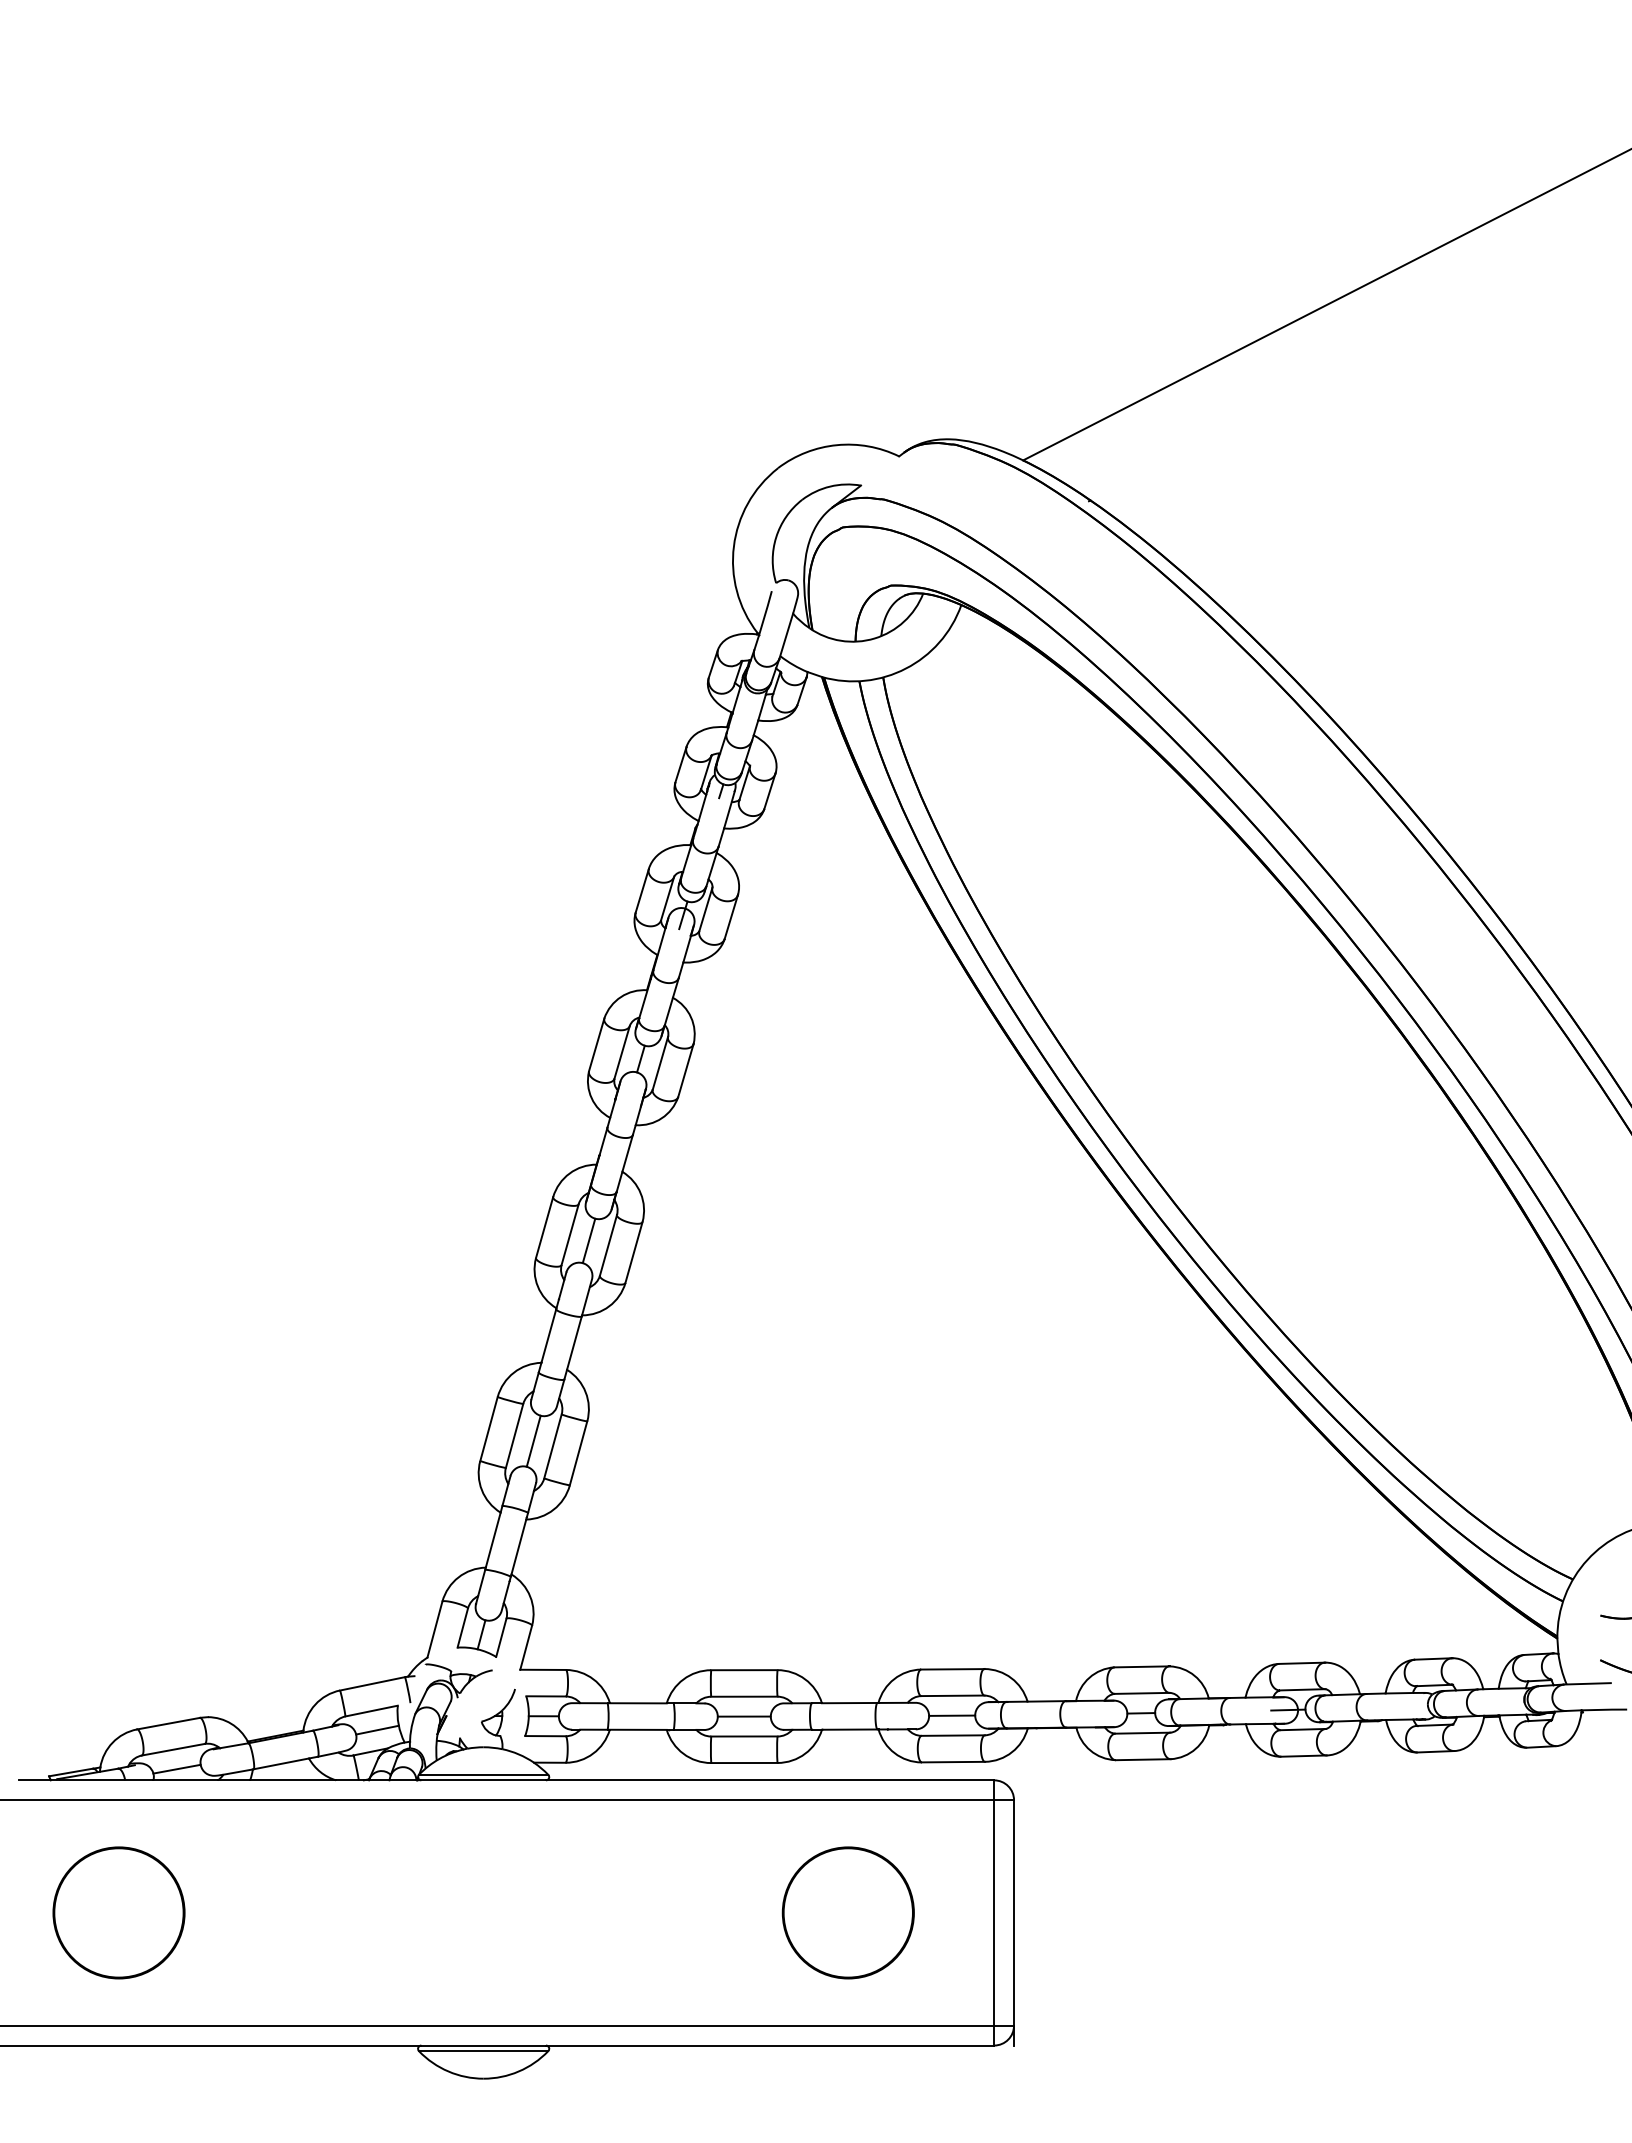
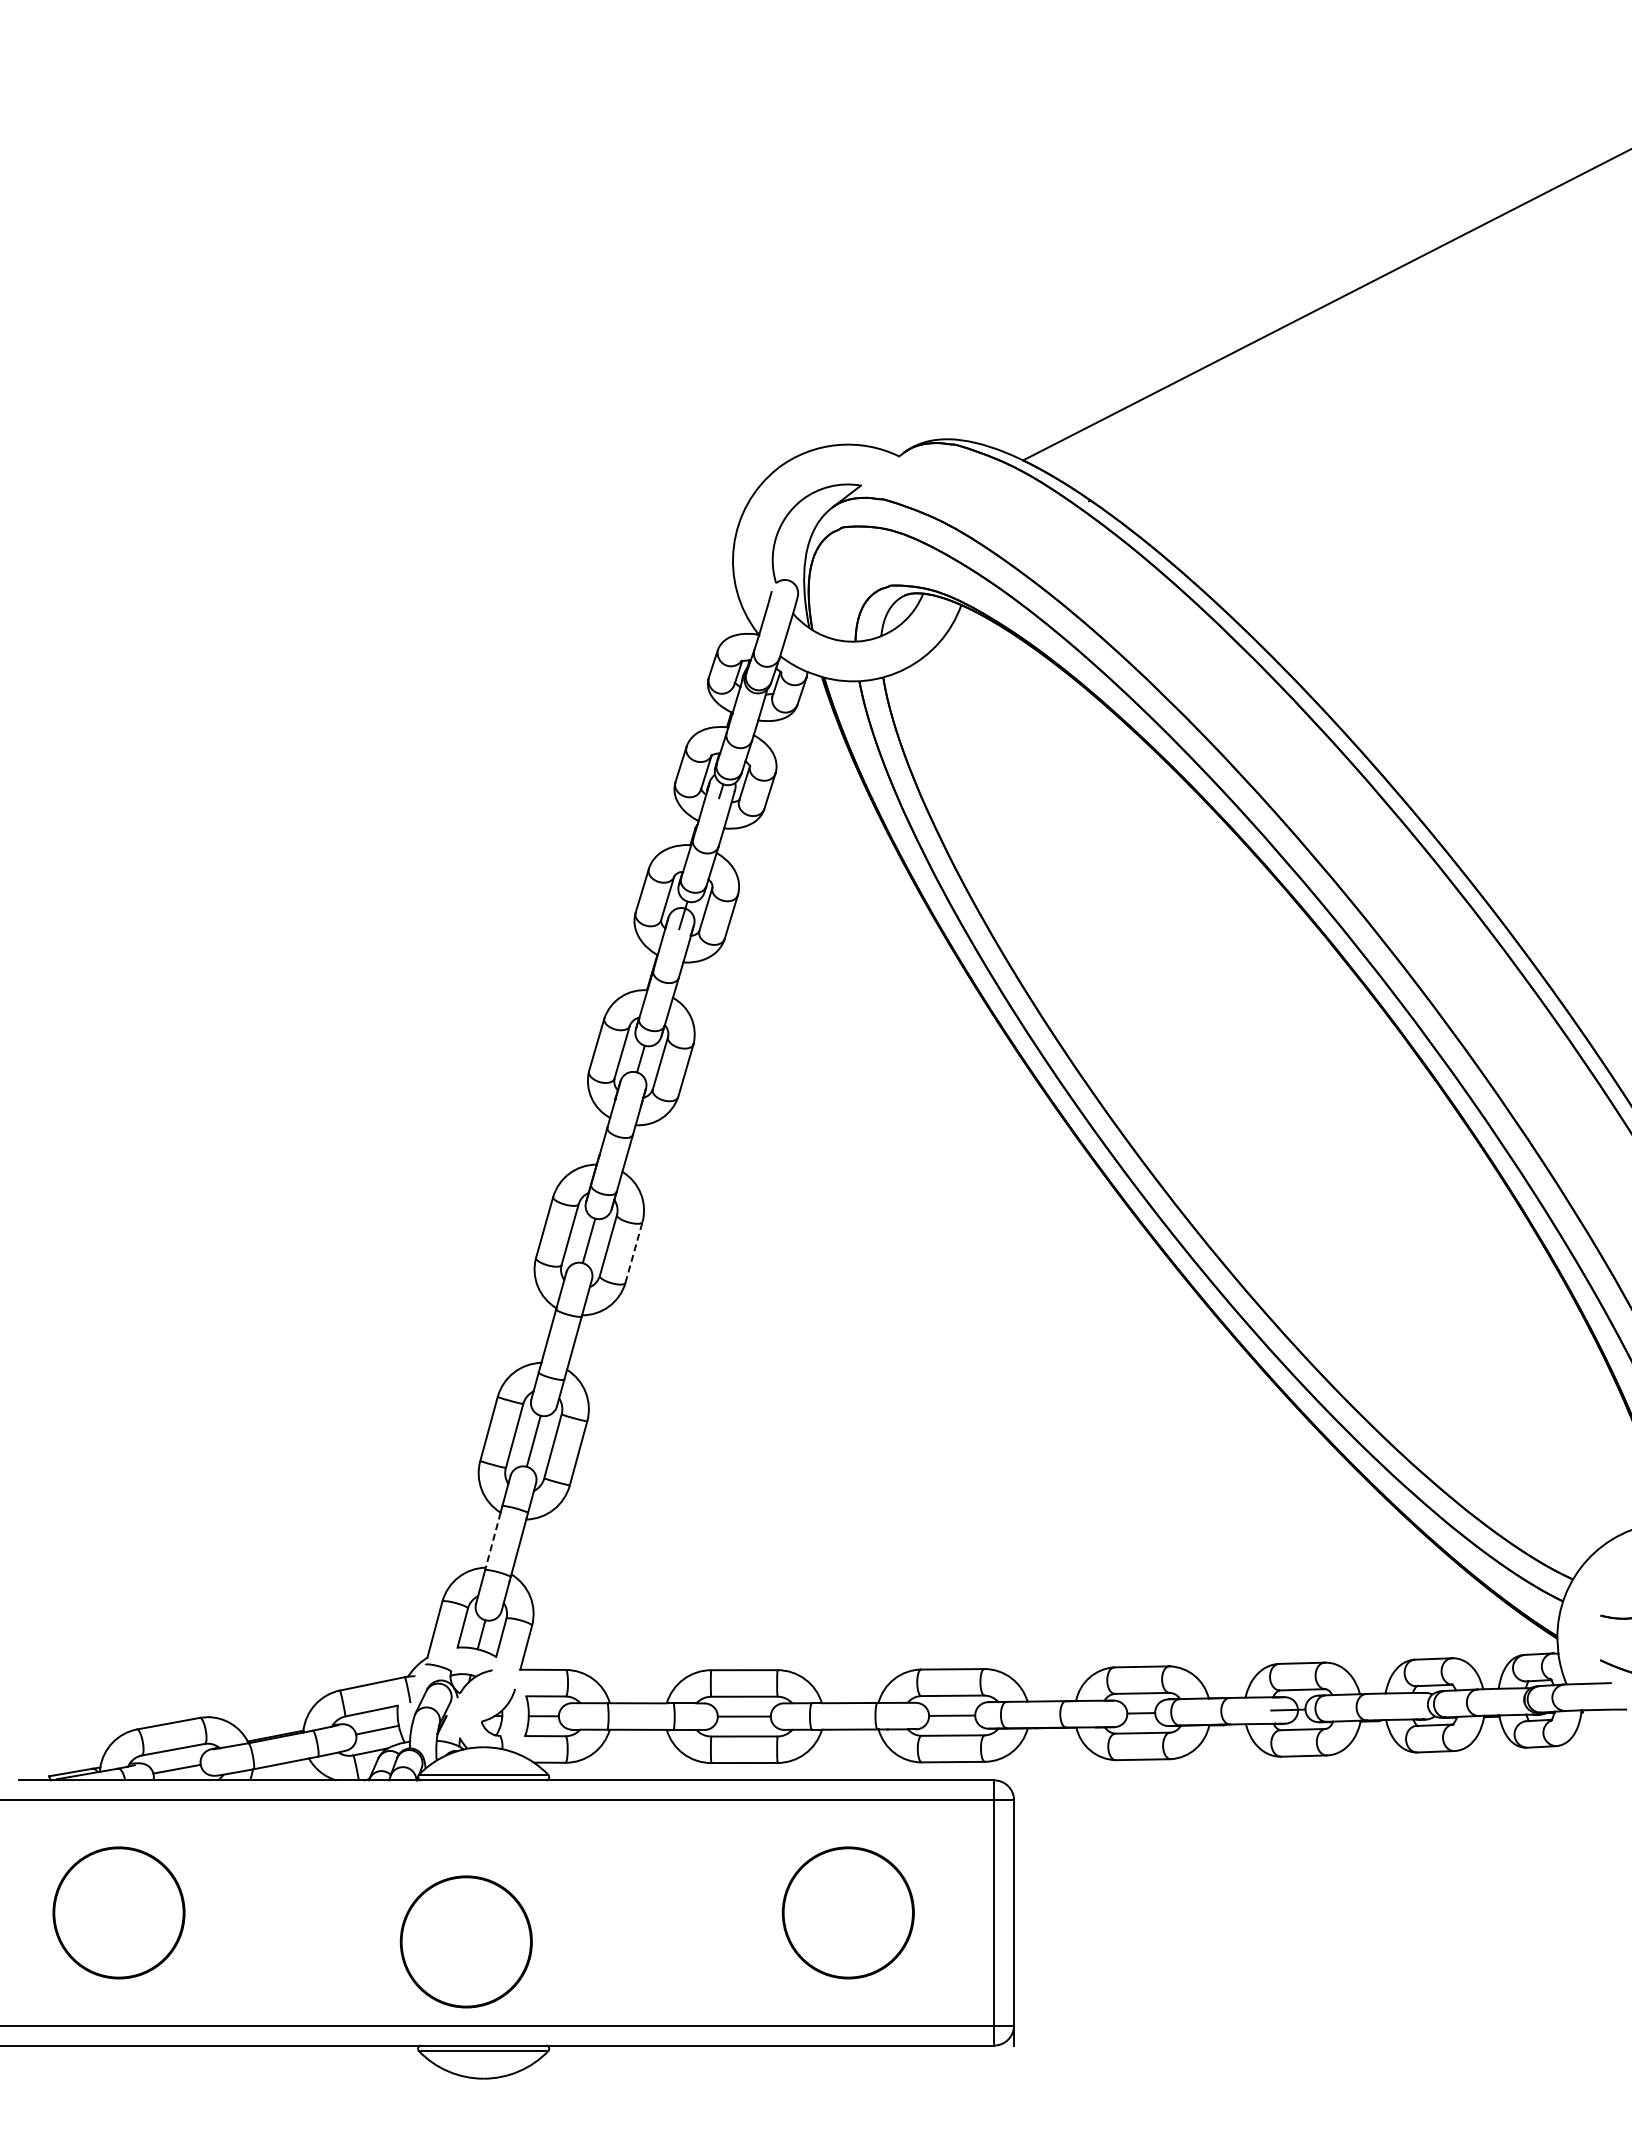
line at (634, 1252): solid -> dashed
line at (493, 1540): solid -> dashed
circle at (465, 1941): none -> present
